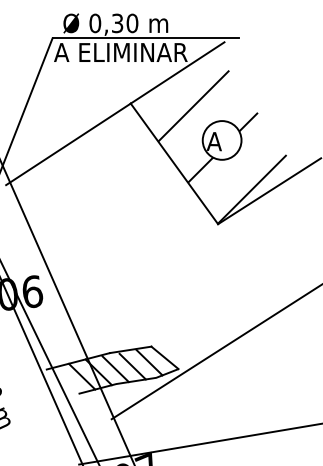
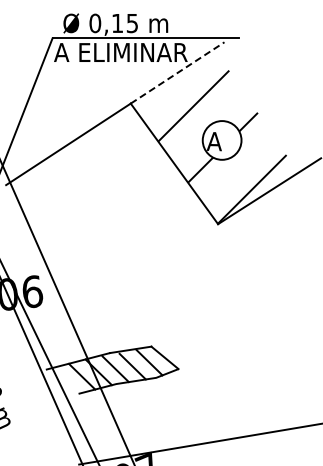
text at (125, 23): 0,30 -> 0,15
line at (177, 72): solid -> dashed
line at (215, 352): present -> none
